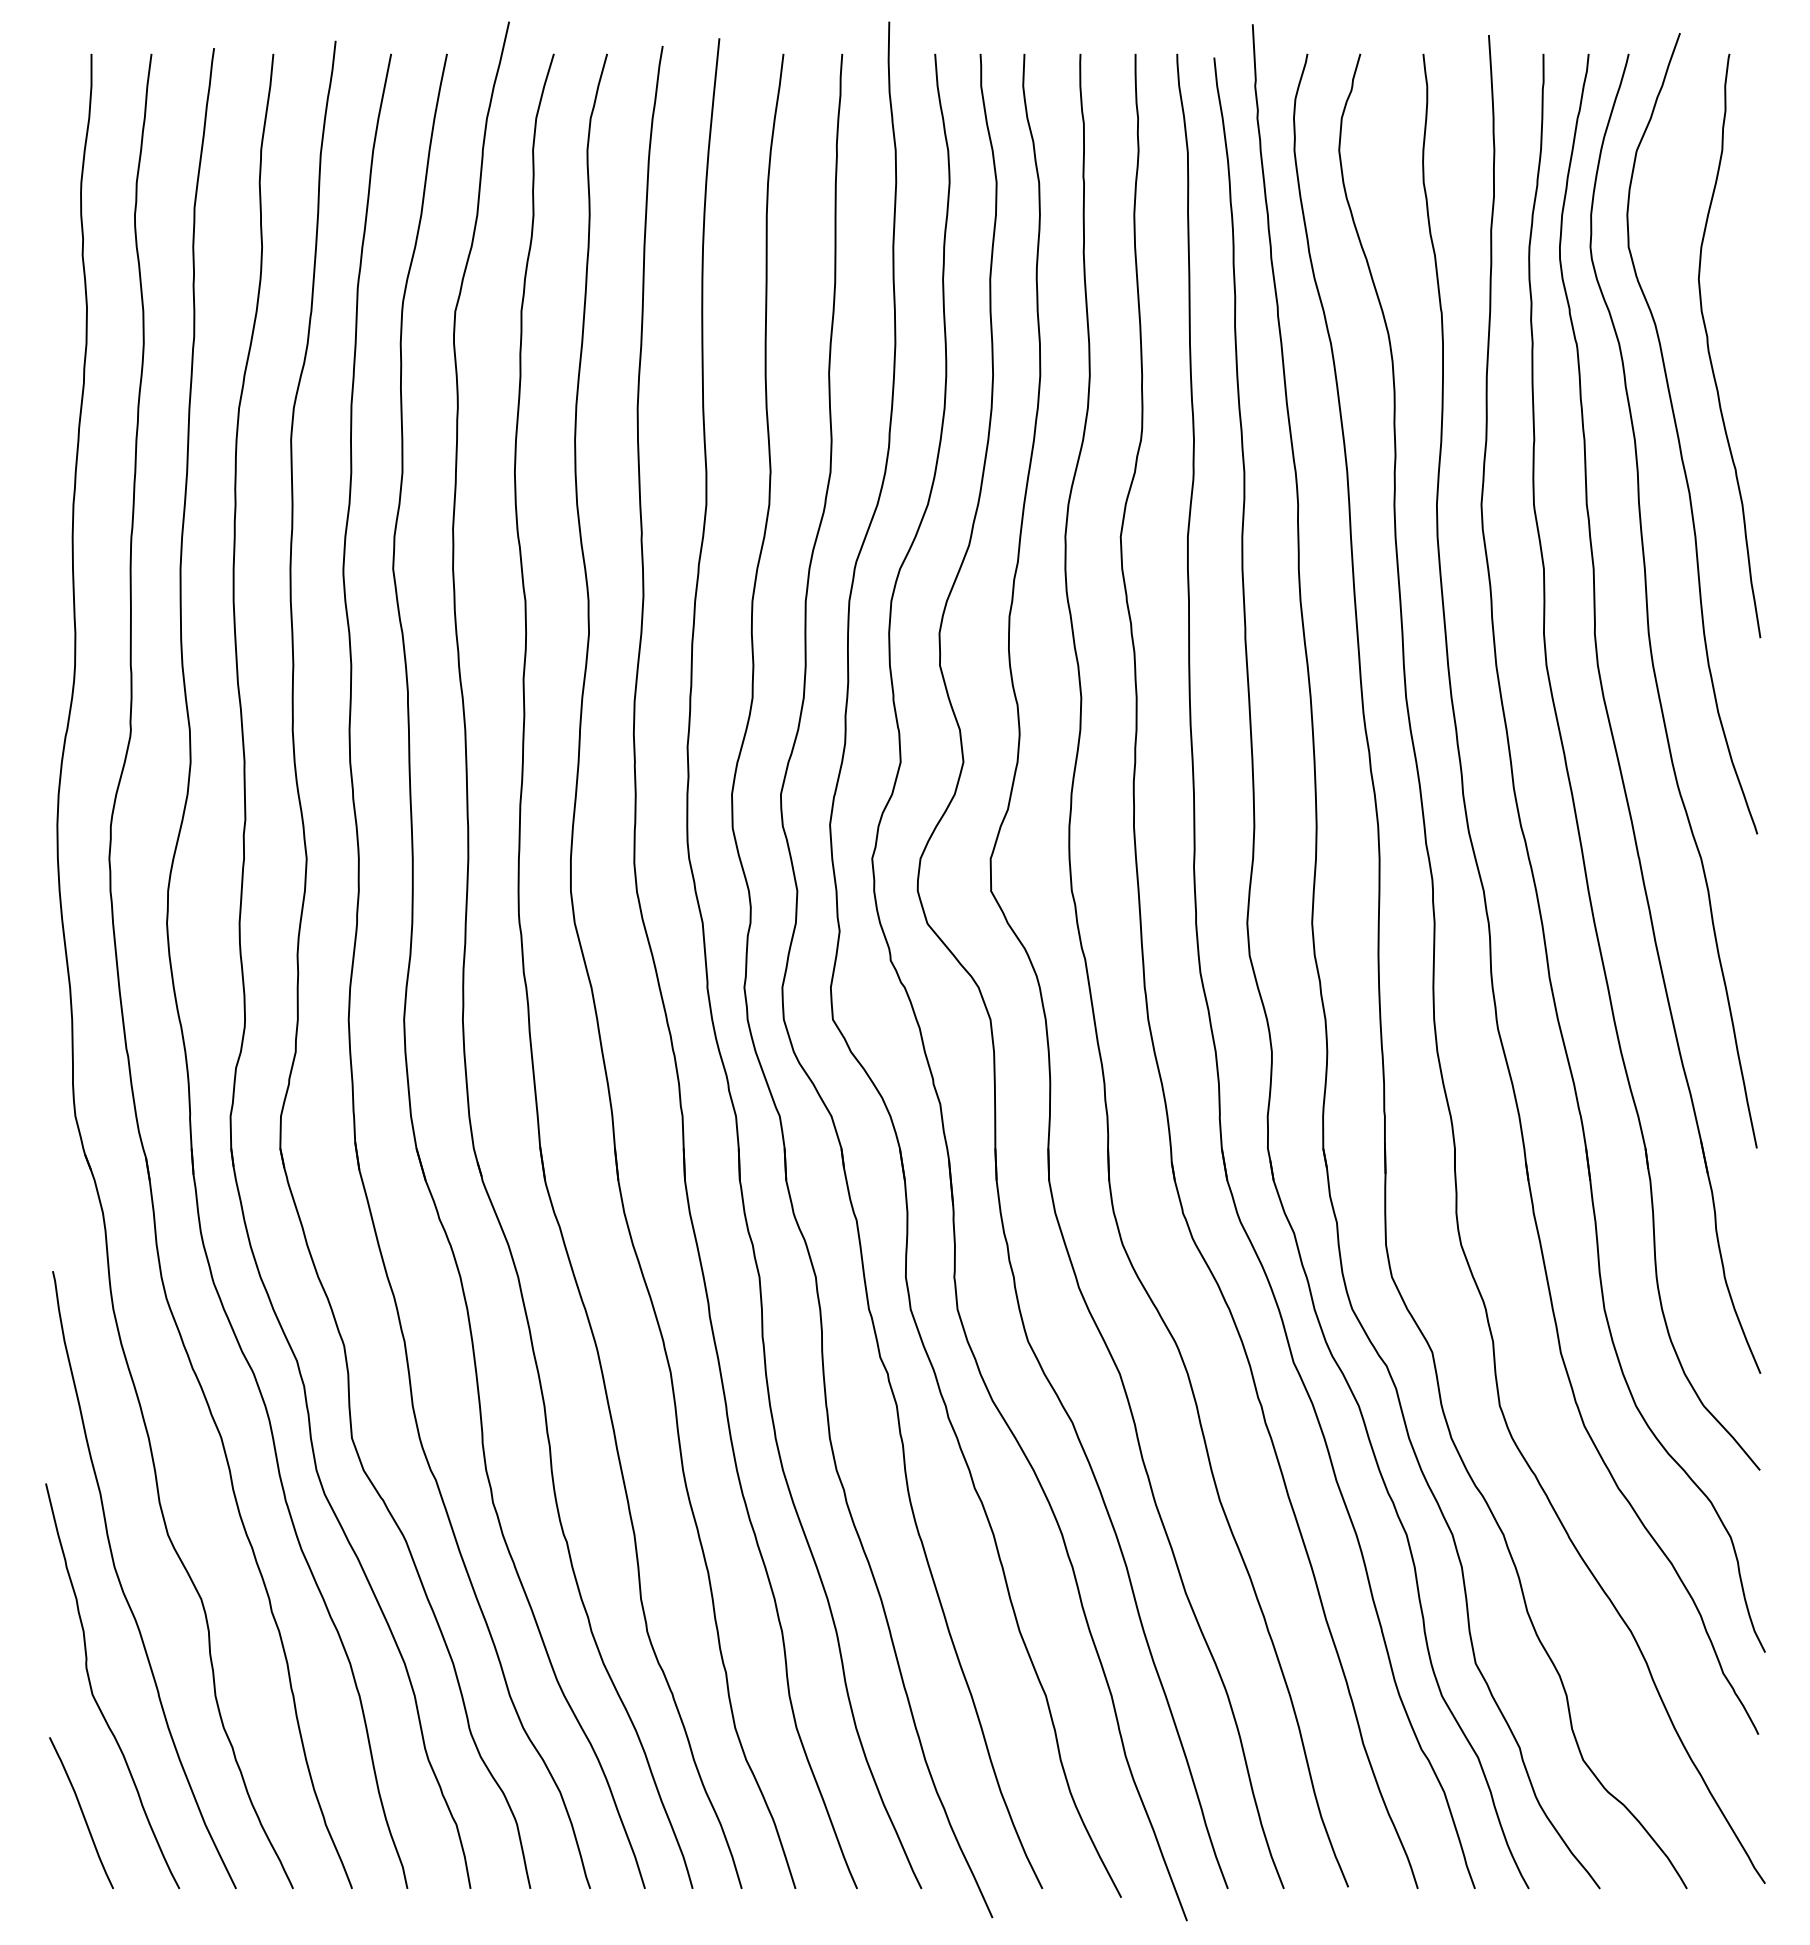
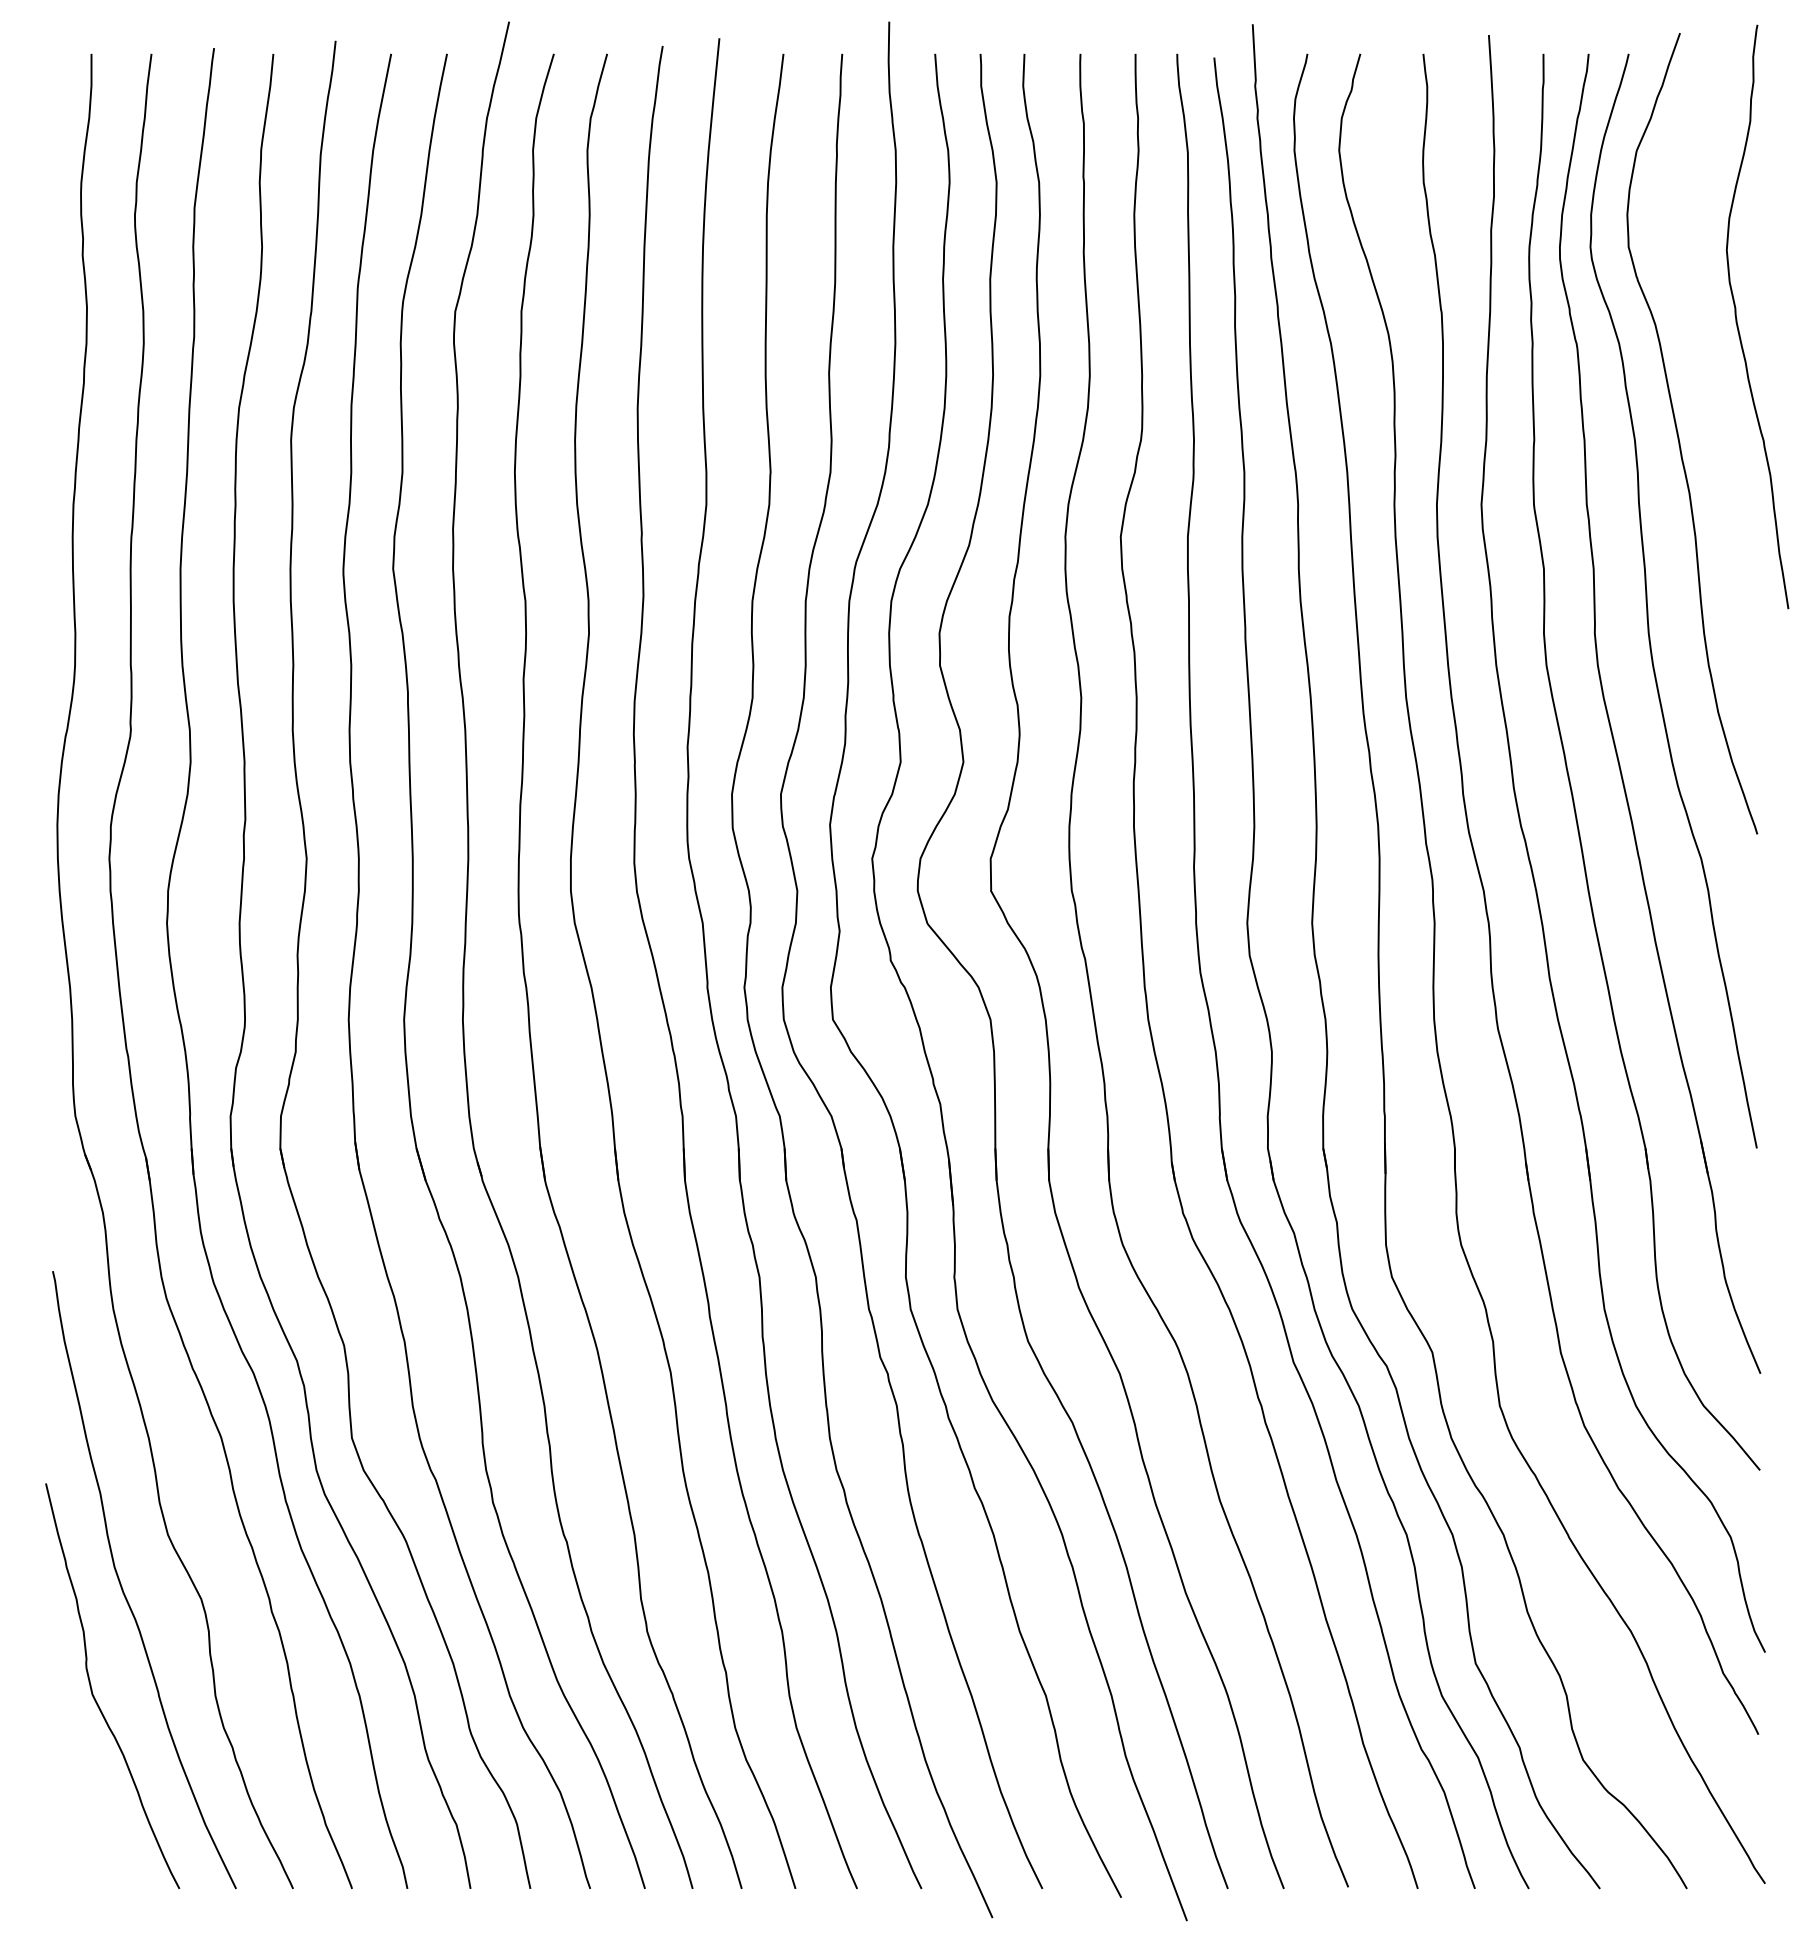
curve at (1709, 347) position: (1709, 347) -> (1737, 318)
curve at (81, 1813): present -> none
